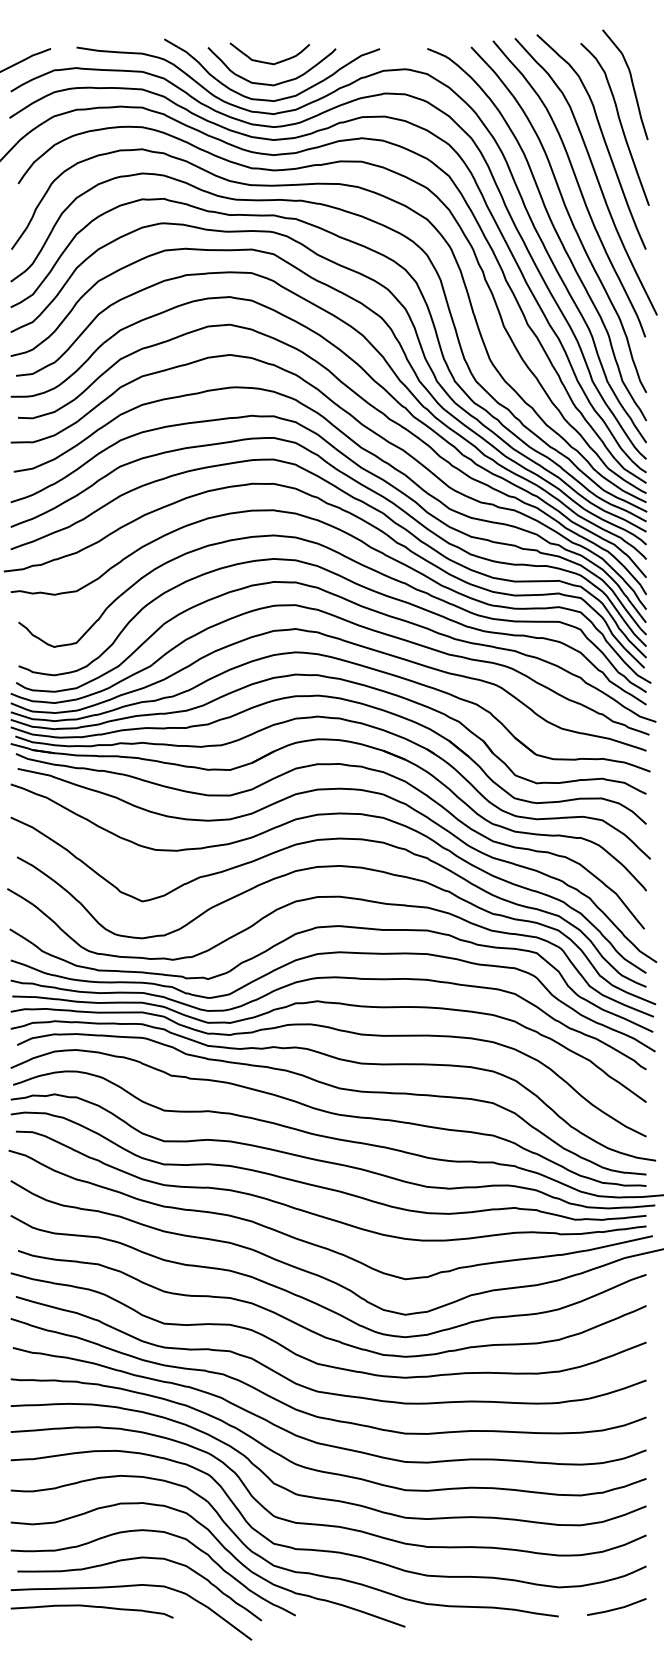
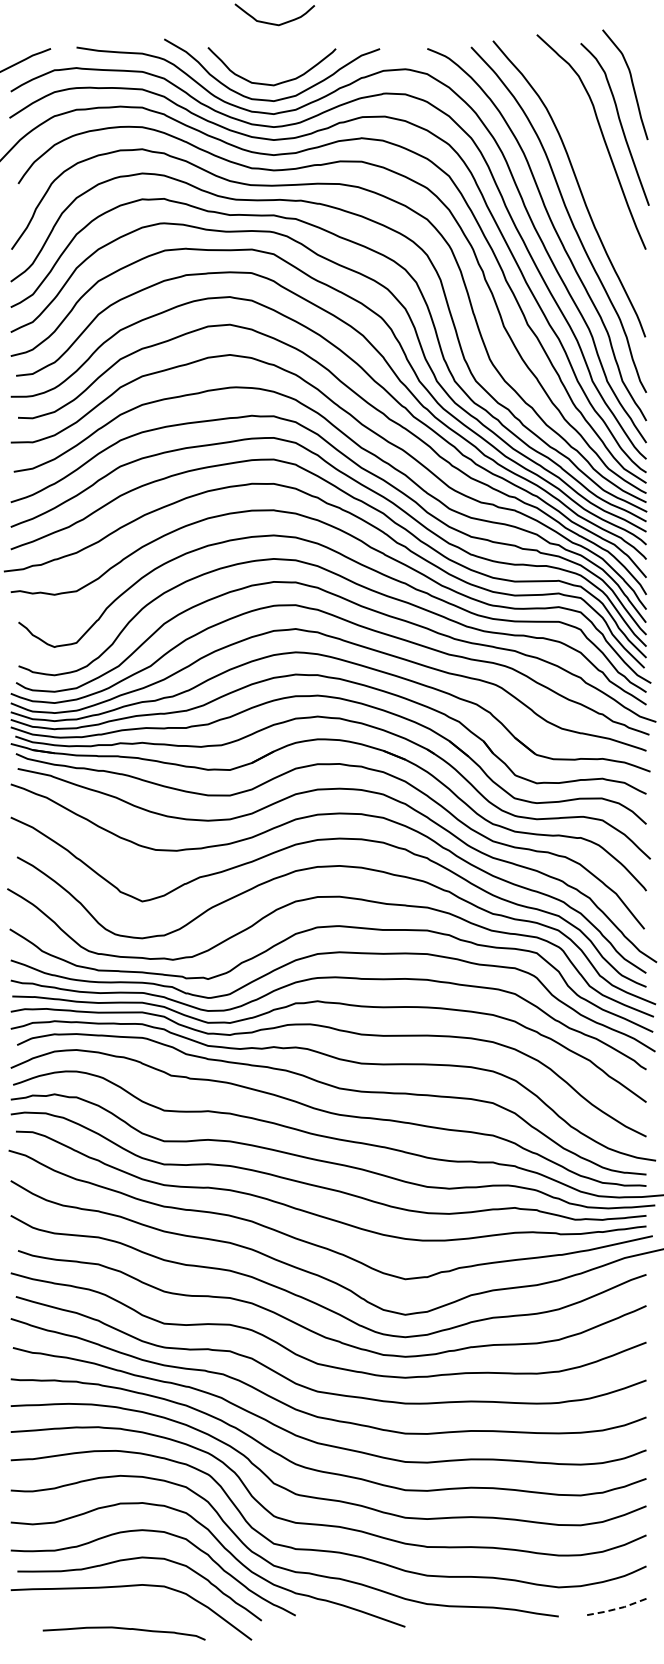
curve at (265, 61) position: (265, 61) -> (270, 22)
curve at (594, 174): present -> none
curve at (91, 1607) position: (91, 1607) -> (123, 1629)
line at (616, 1608): solid -> dashed
